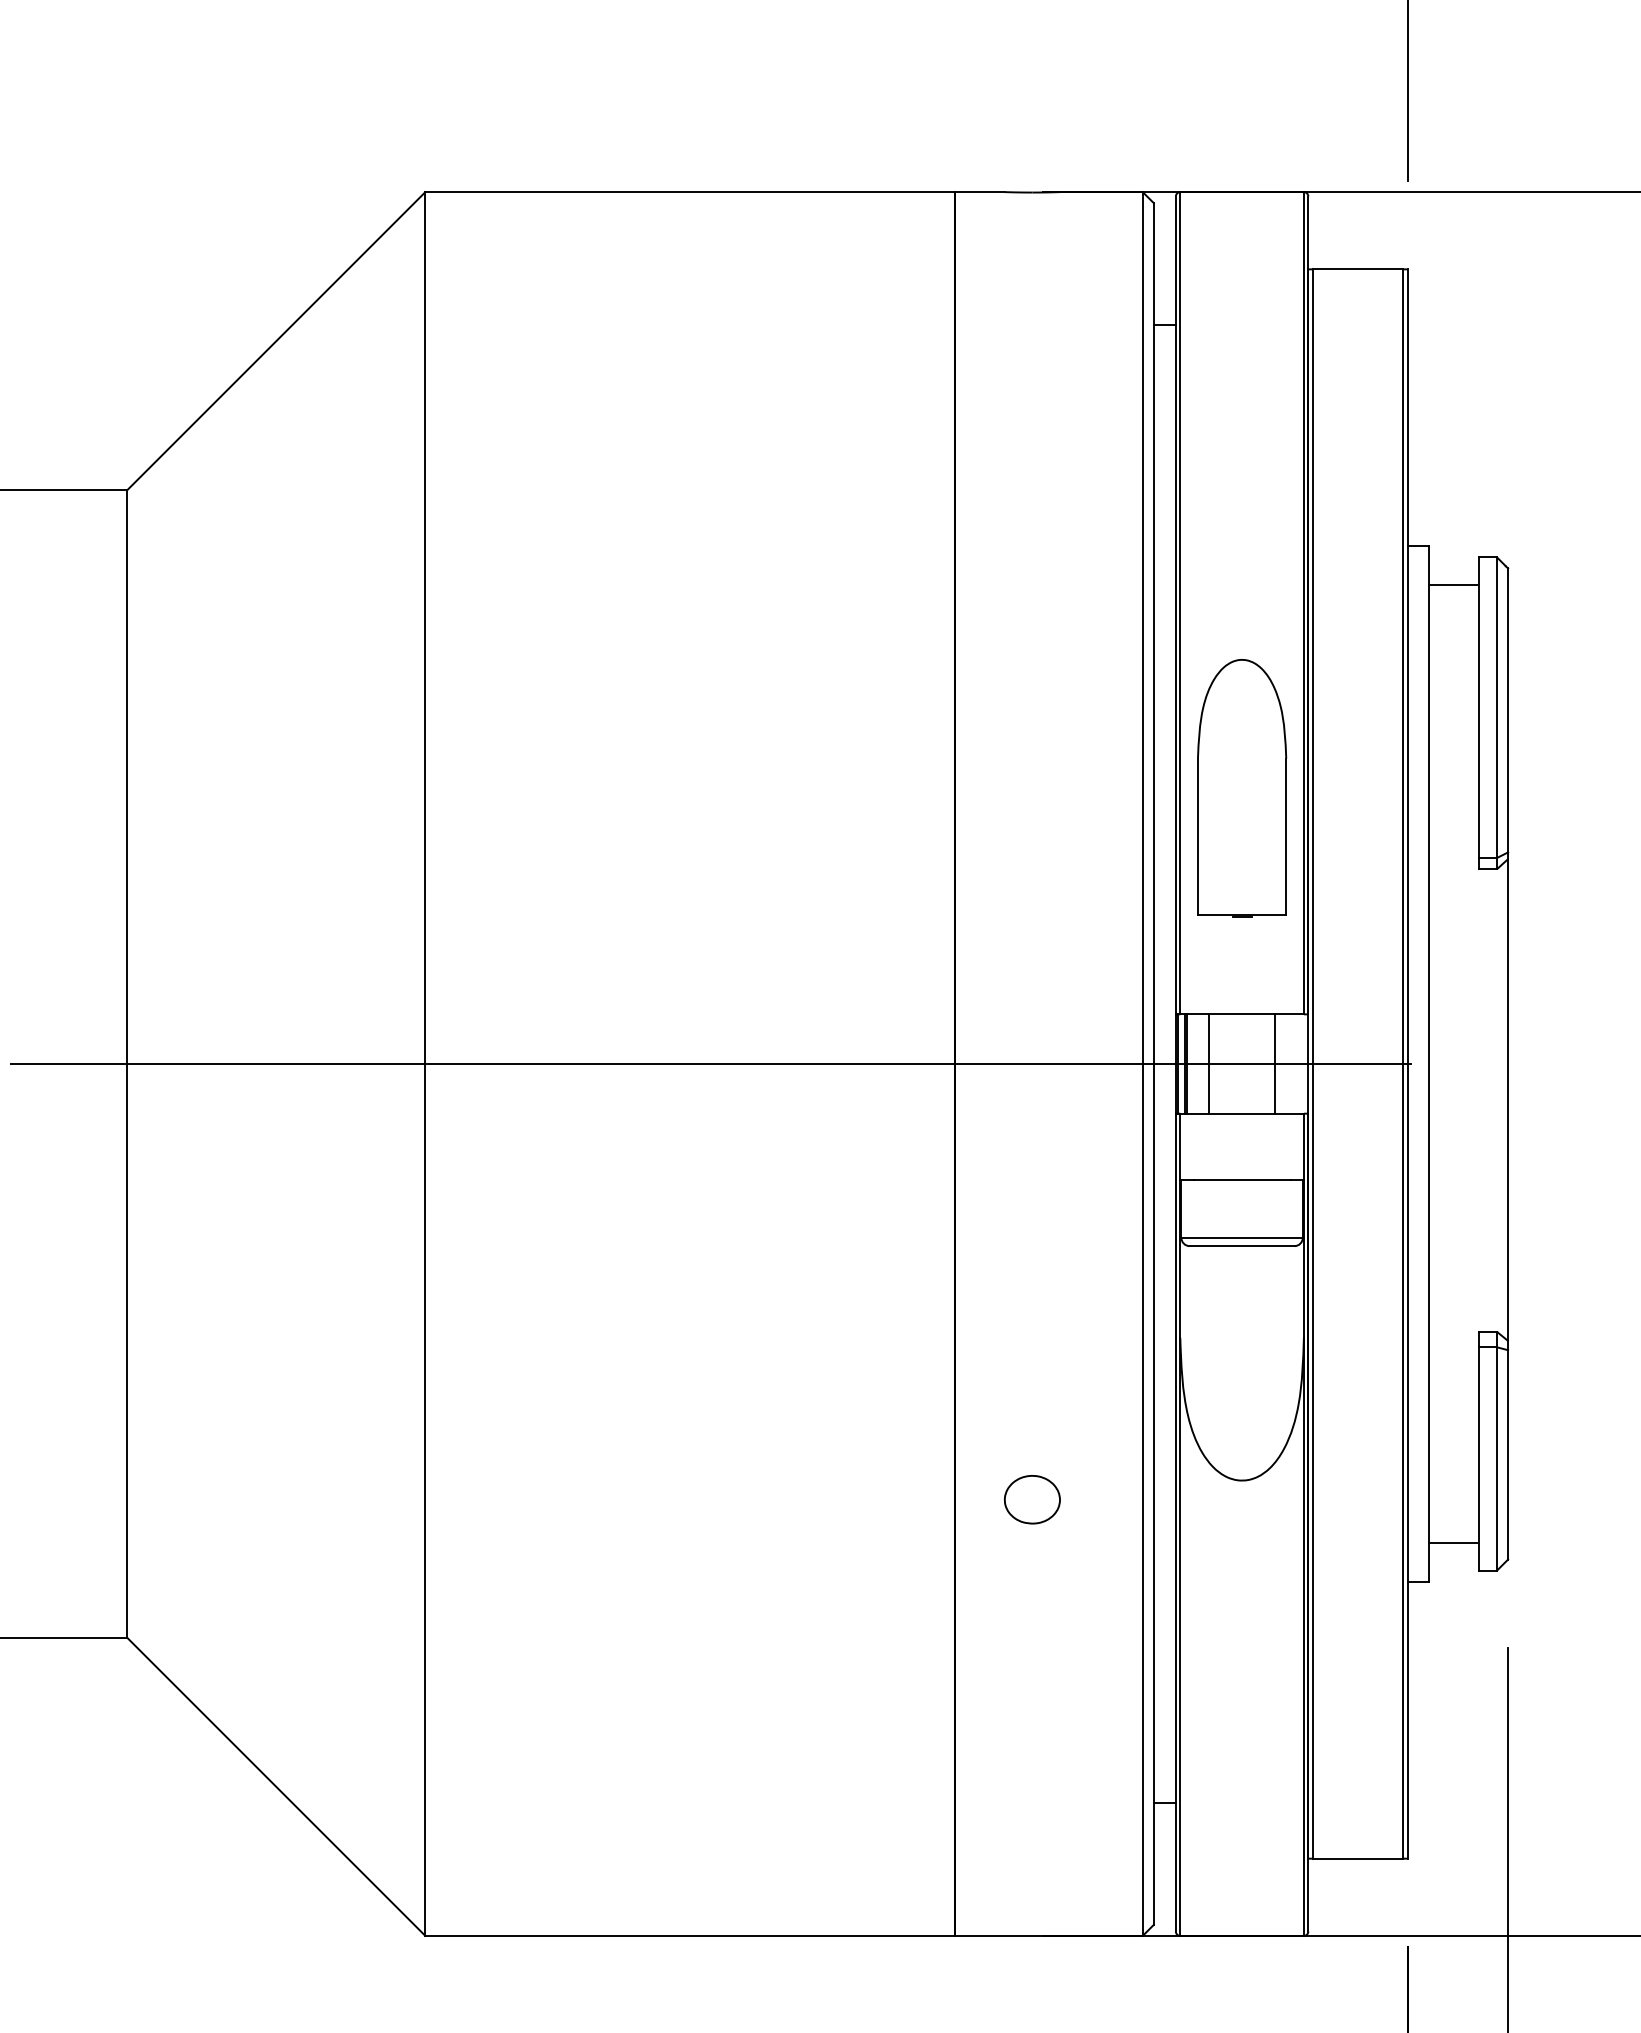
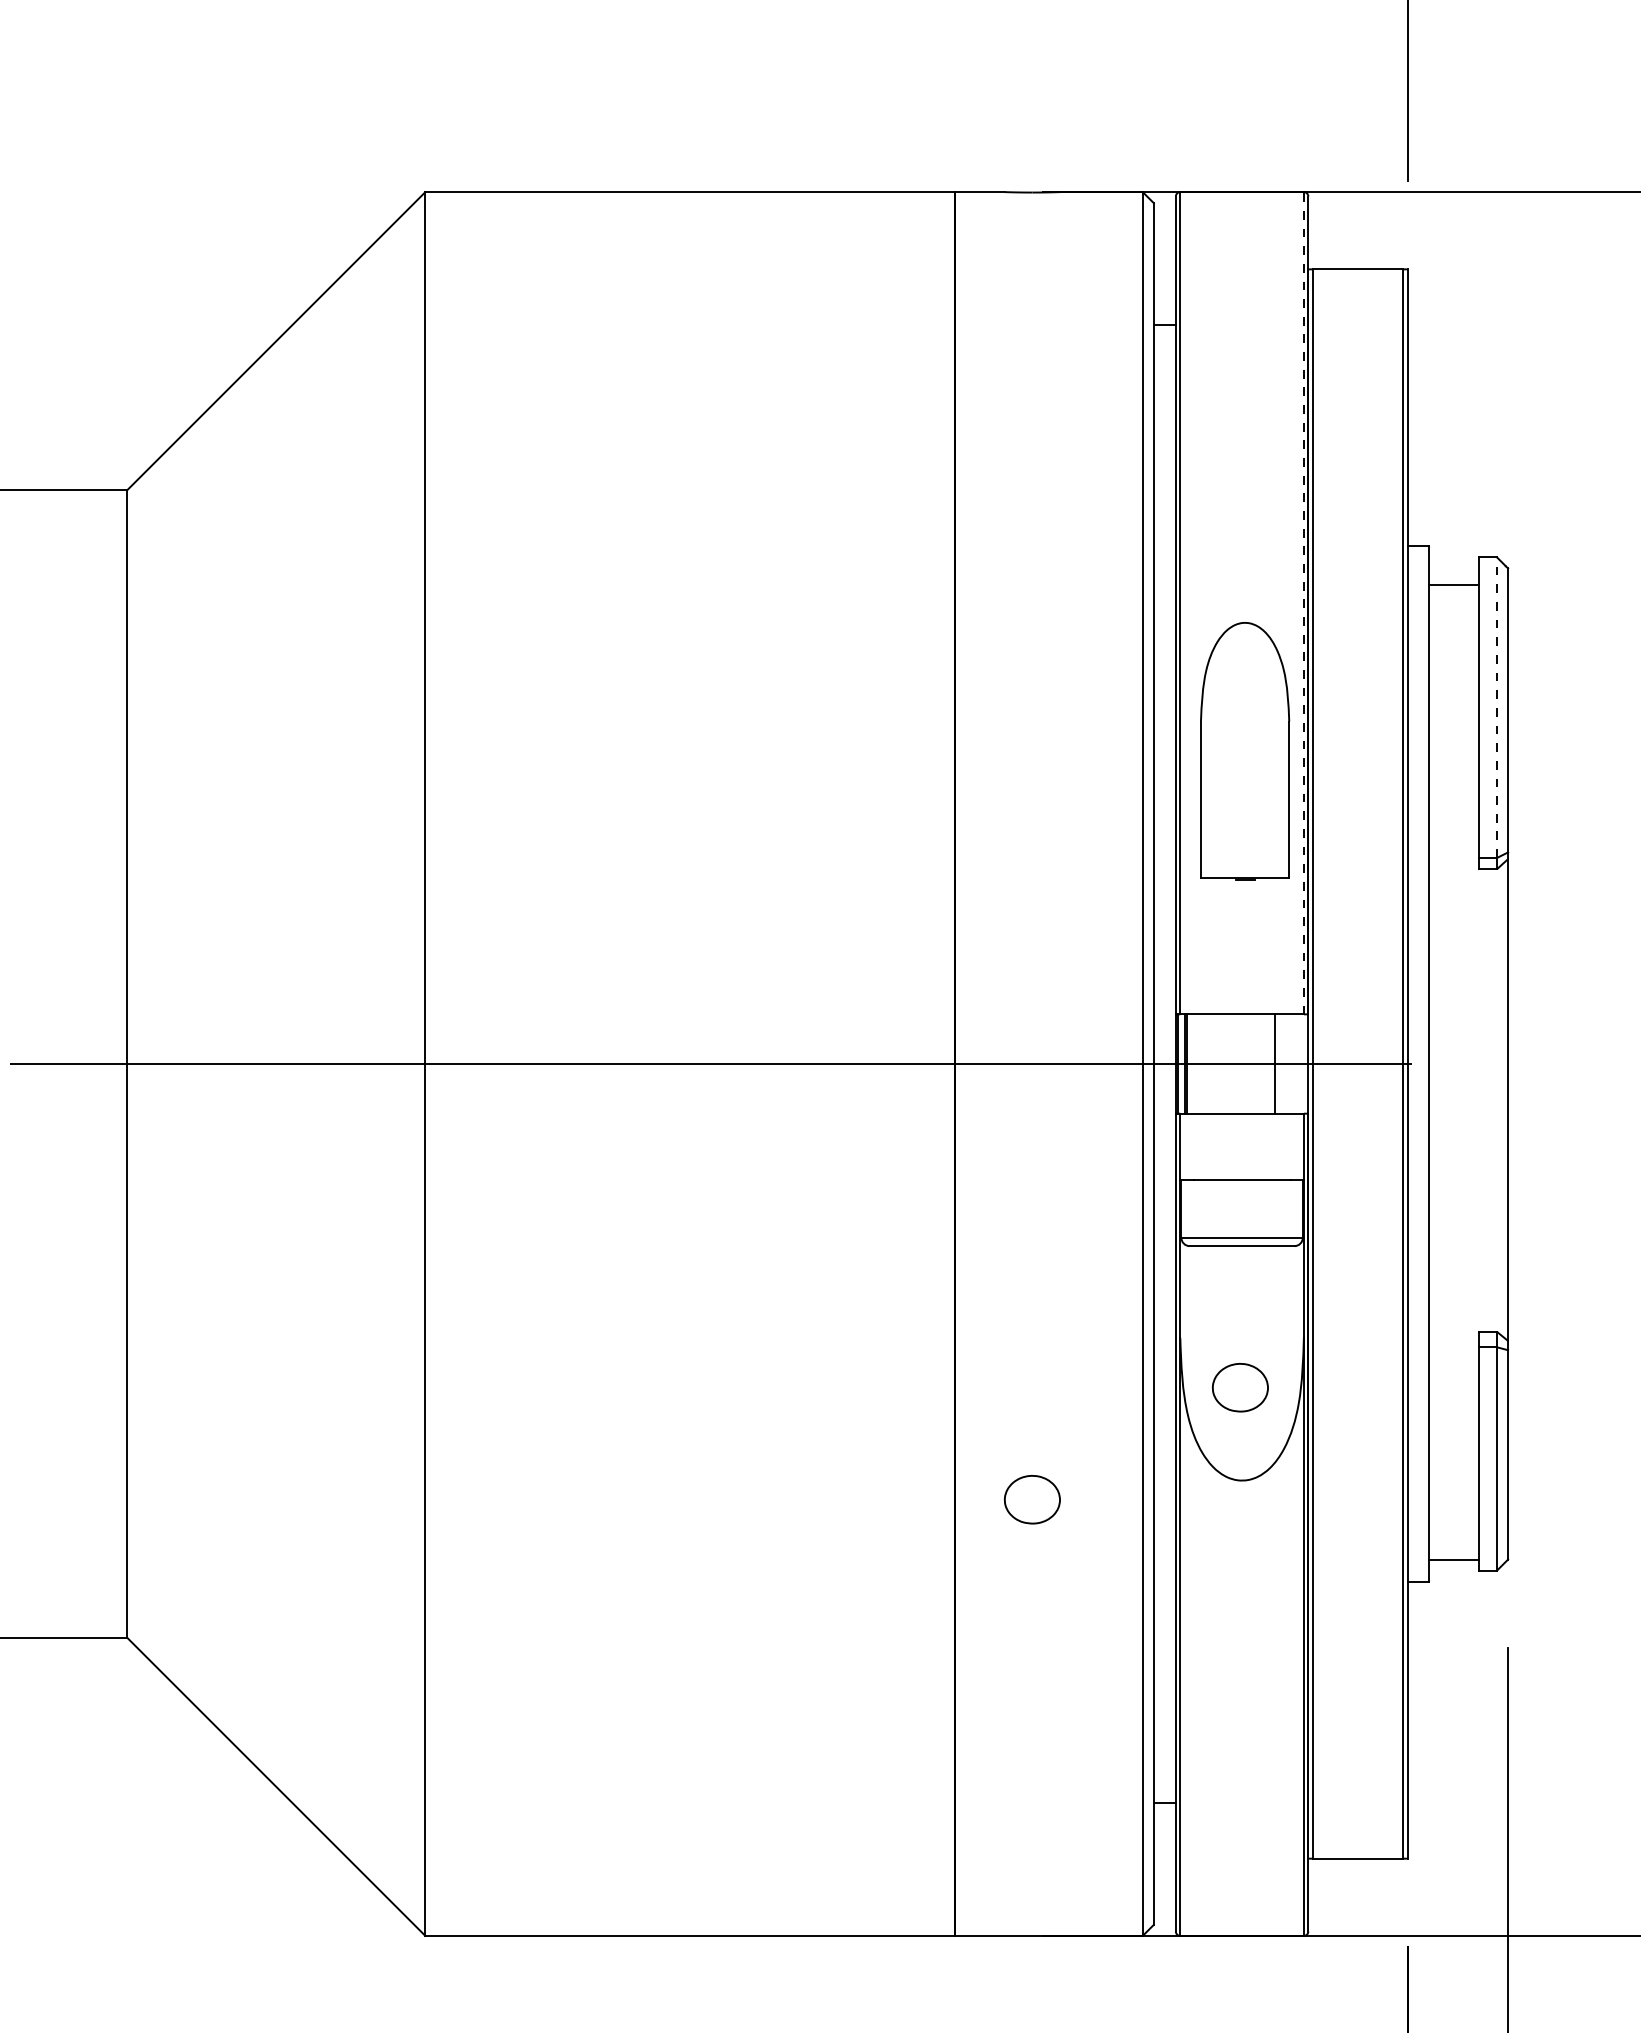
line at (1303, 602): solid -> dashed
line at (1497, 707): solid -> dashed
part at (1242, 788) position: (1242, 788) -> (1245, 751)
line at (1208, 1063): present -> none
part at (1239, 1387): none -> present
line at (1453, 1543) position: (1453, 1543) -> (1453, 1560)
